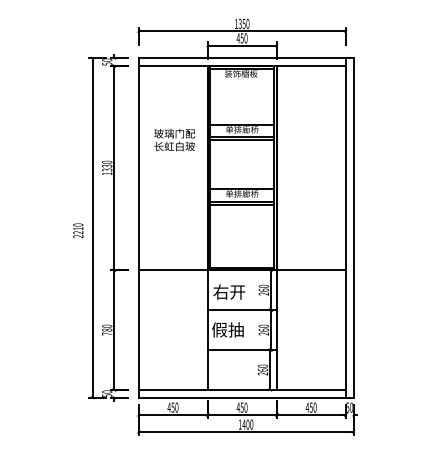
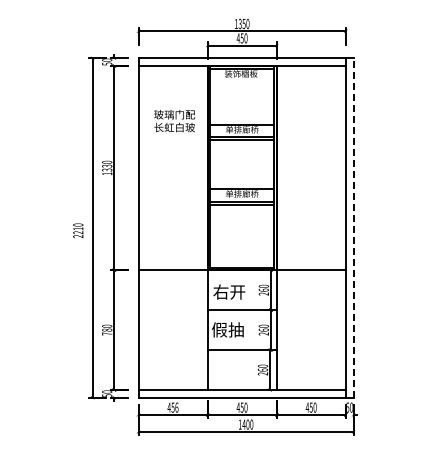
text at (174, 140) position: (174, 140) -> (174, 121)
line at (353, 228): solid -> dashed
text at (176, 407): 450 -> 456
